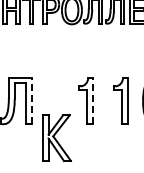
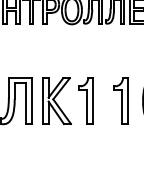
line at (31, 101): dashed -> solid
line at (92, 101): dashed -> solid
part at (56, 137) position: (56, 137) -> (56, 100)
